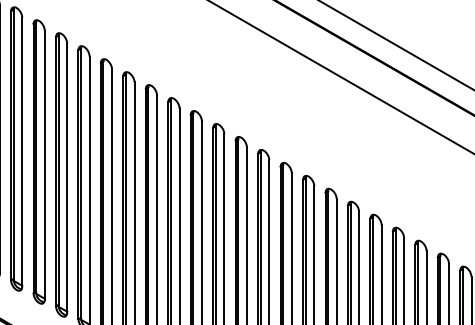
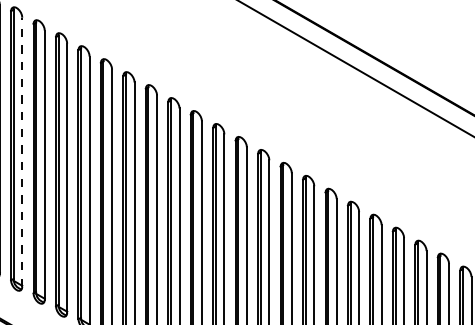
line at (396, 45): present -> none
line at (340, 77) position: (340, 77) -> (355, 68)
line at (22, 152): solid -> dashed
